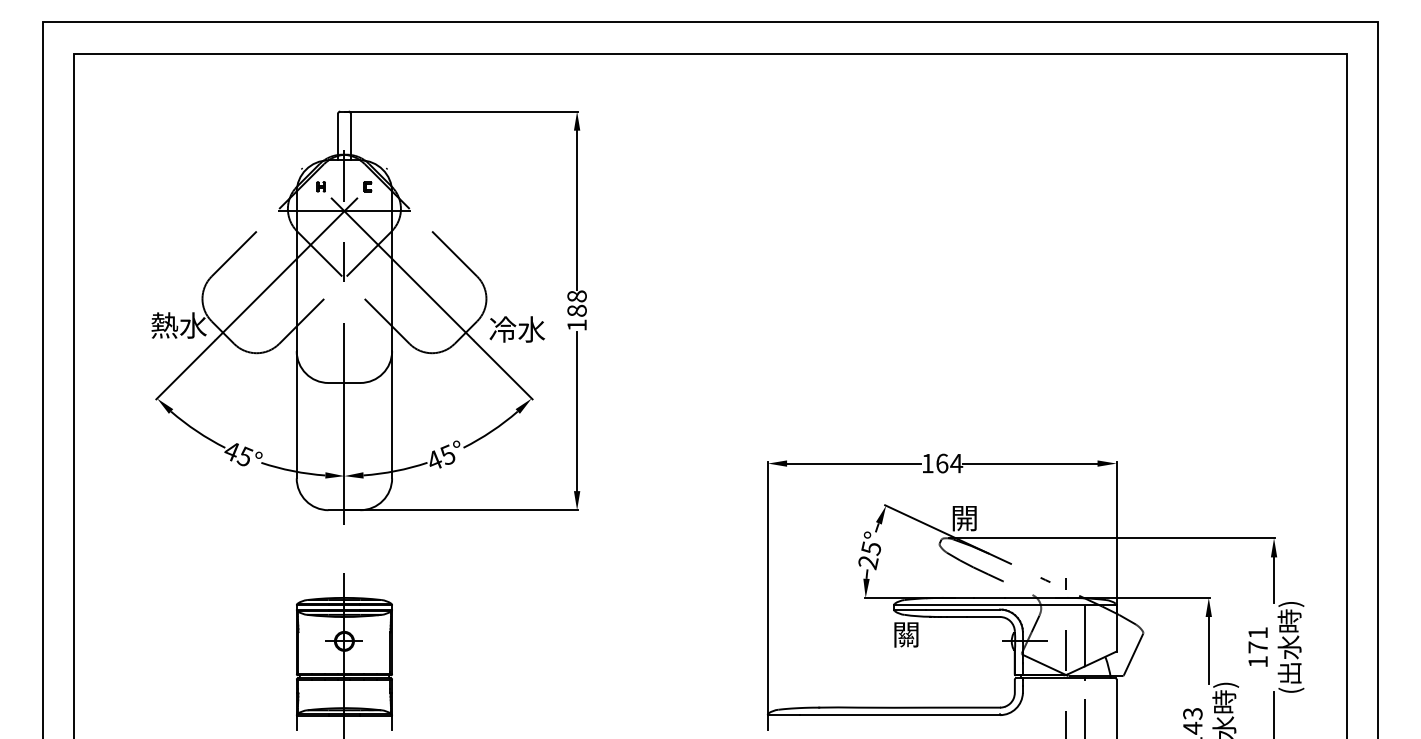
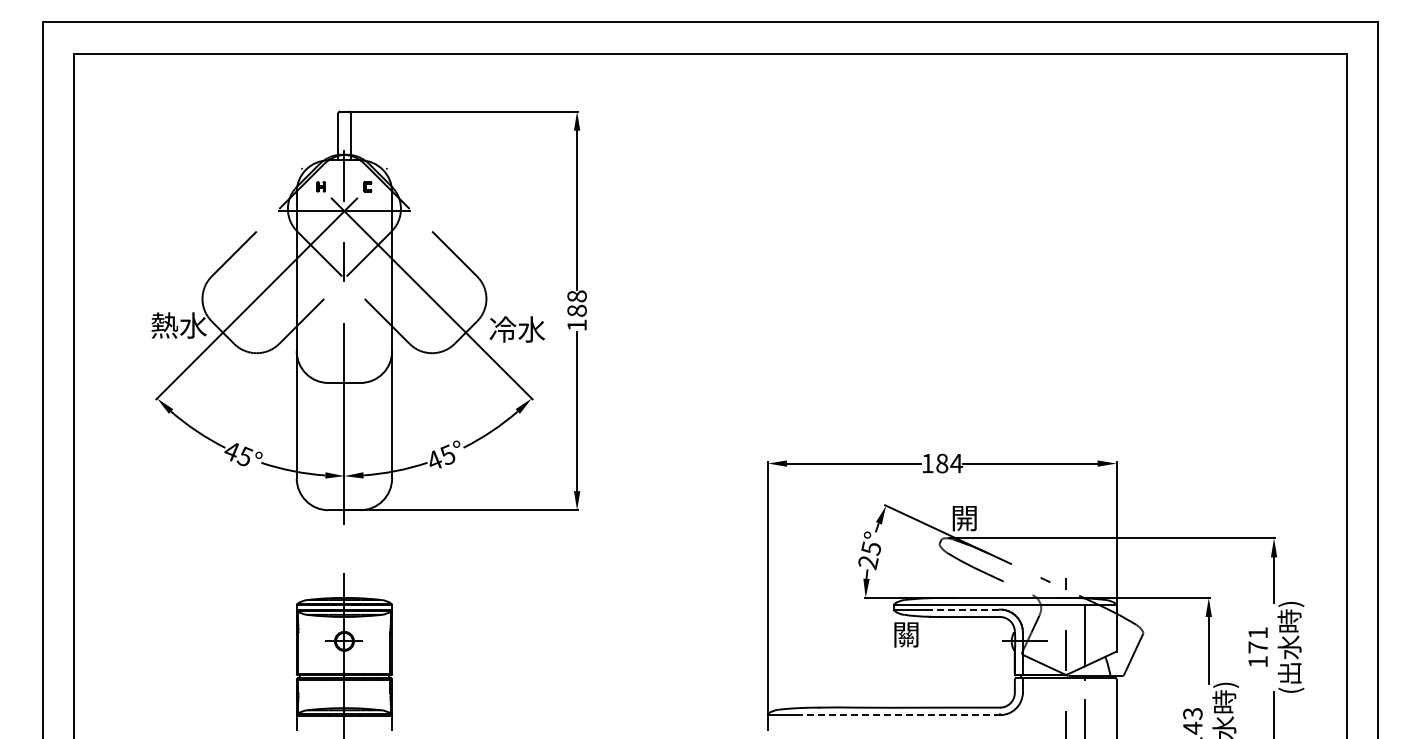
text at (942, 463): 164 -> 184
line at (963, 609): solid -> dashed
line at (900, 715): solid -> dashed
